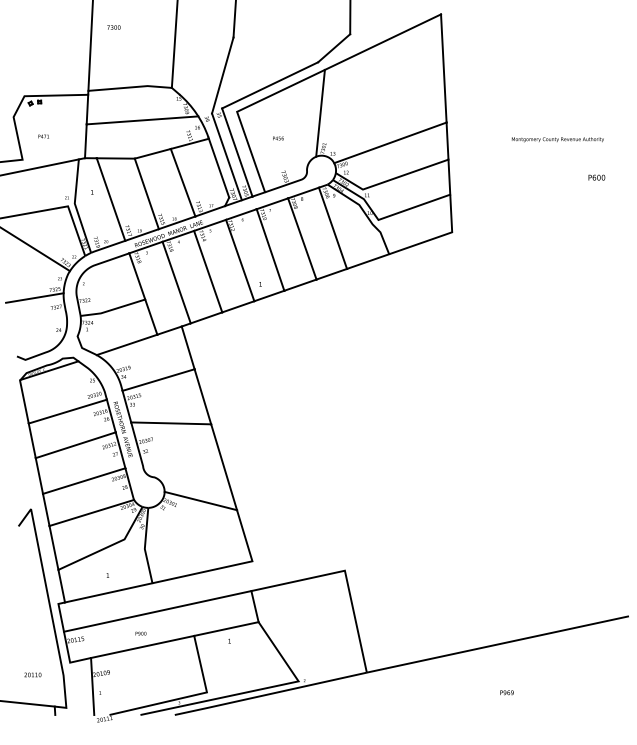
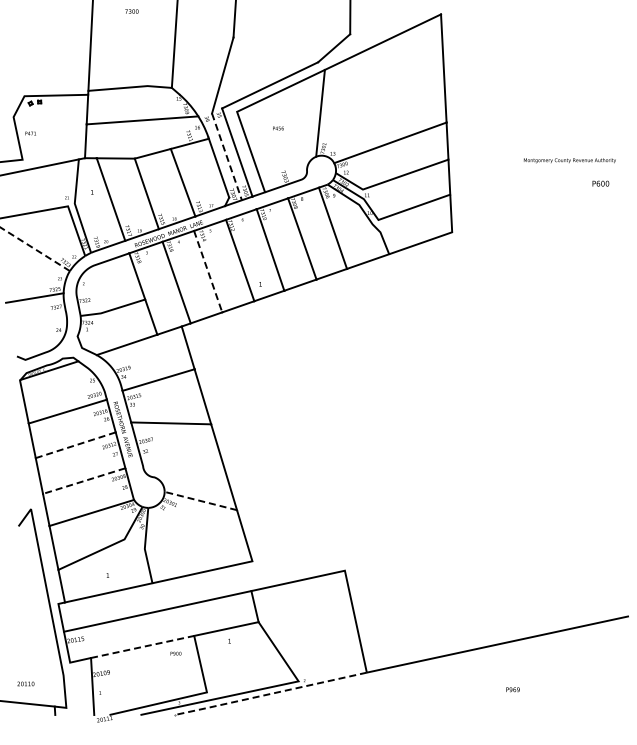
text at (113, 27) position: (113, 27) -> (131, 11)
text at (43, 136) position: (43, 136) -> (30, 133)
text at (278, 138) position: (278, 138) -> (278, 128)
text at (557, 139) position: (557, 139) -> (569, 160)
line at (226, 156): solid -> dashed
text at (596, 177) position: (596, 177) -> (600, 183)
line at (34, 248): solid -> dashed
line at (208, 272): solid -> dashed
line at (75, 445): solid -> dashed
line at (83, 481): solid -> dashed
line at (200, 500): solid -> dashed
text at (140, 633) position: (140, 633) -> (175, 653)
line at (142, 646): solid -> dashed
text at (32, 674) position: (32, 674) -> (25, 683)
text at (506, 692) position: (506, 692) -> (512, 689)
line at (269, 694): solid -> dashed
